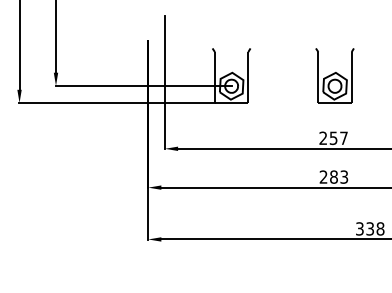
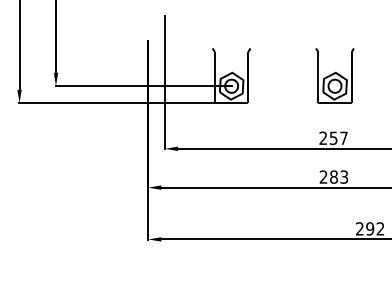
text at (370, 228): 338 -> 292
